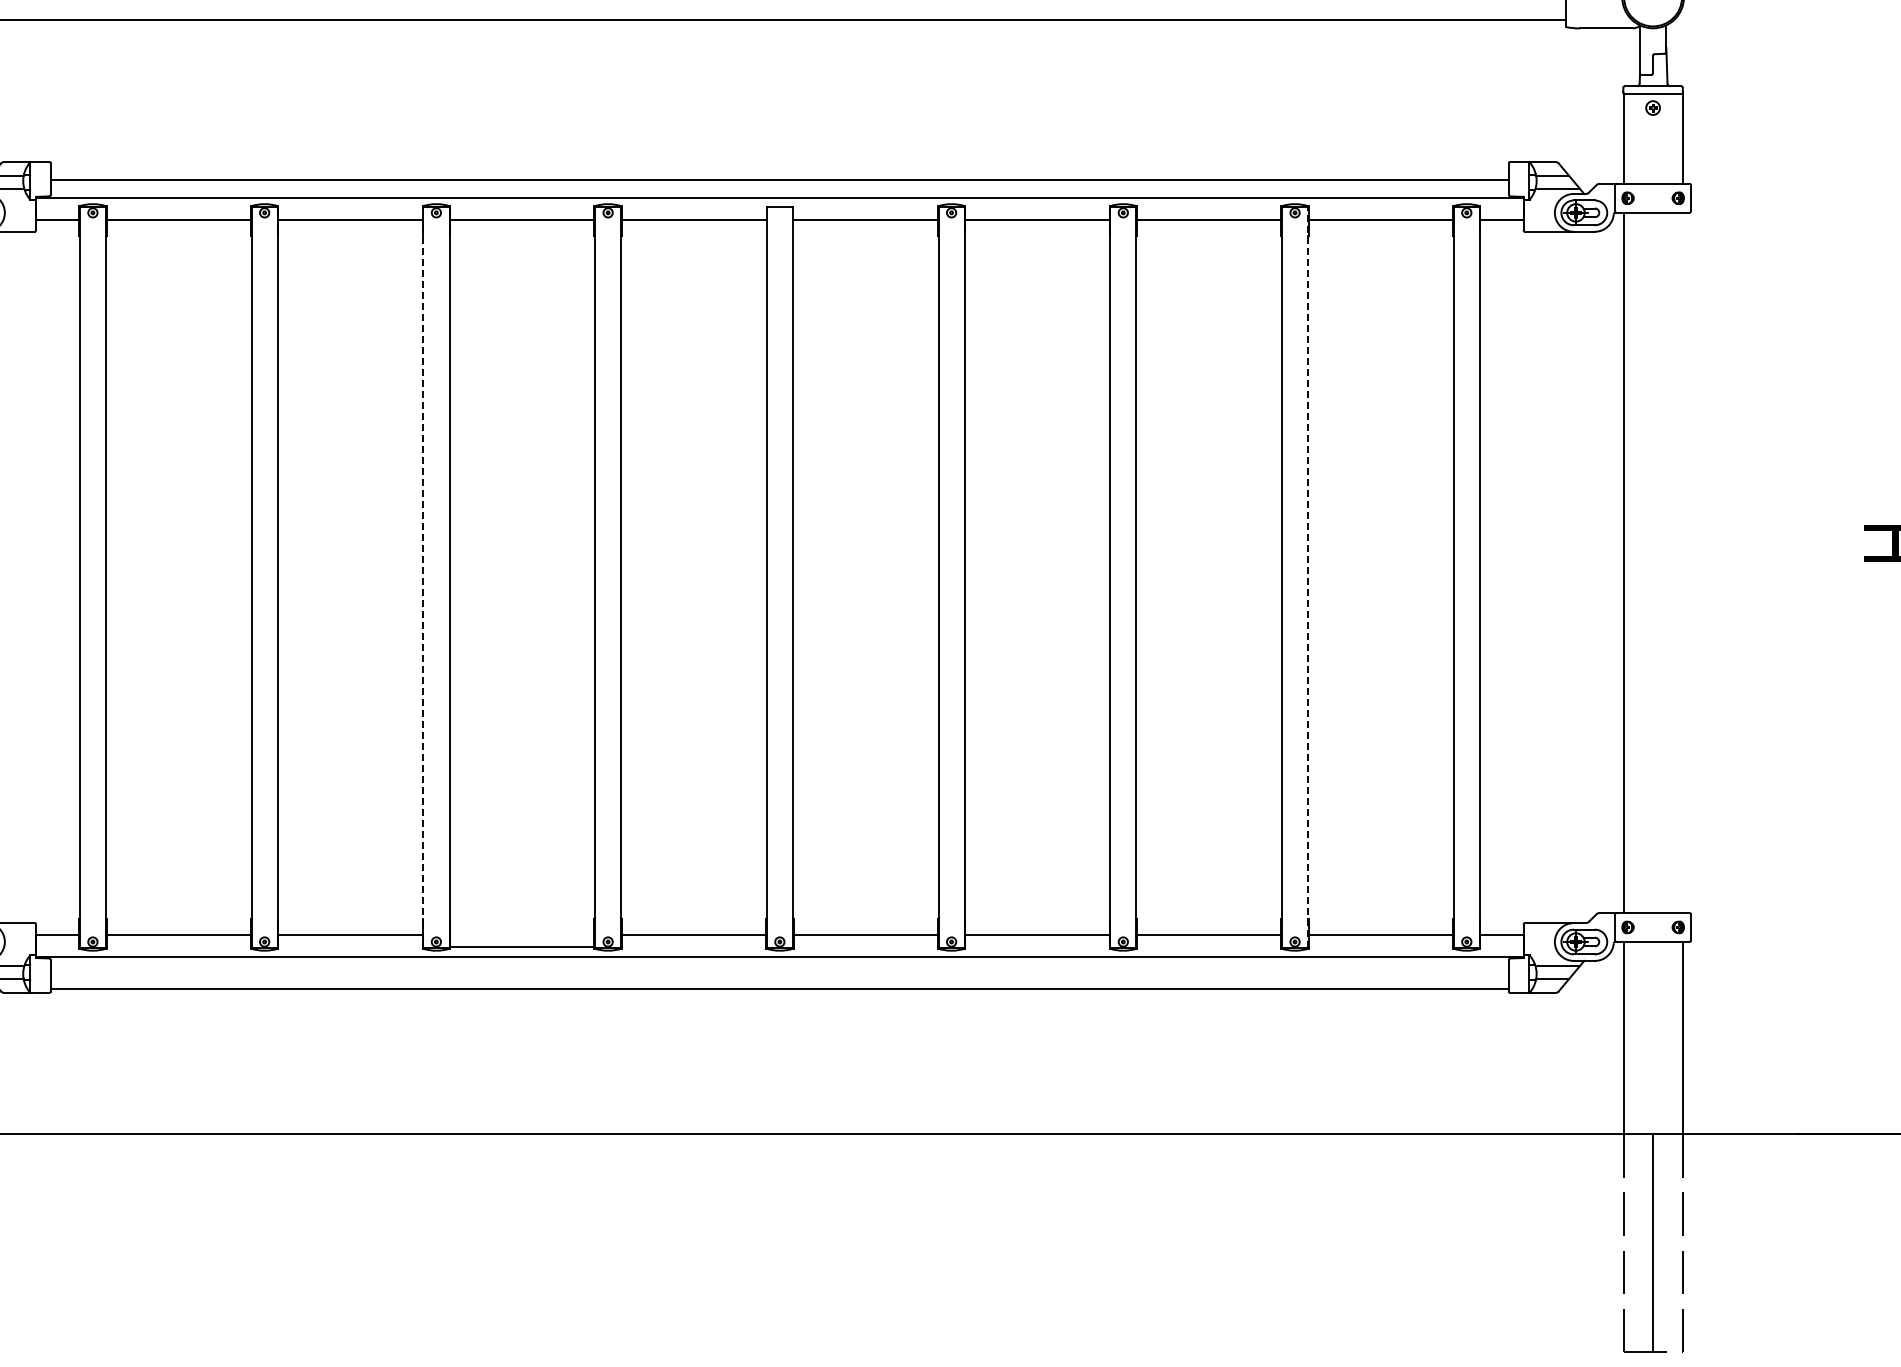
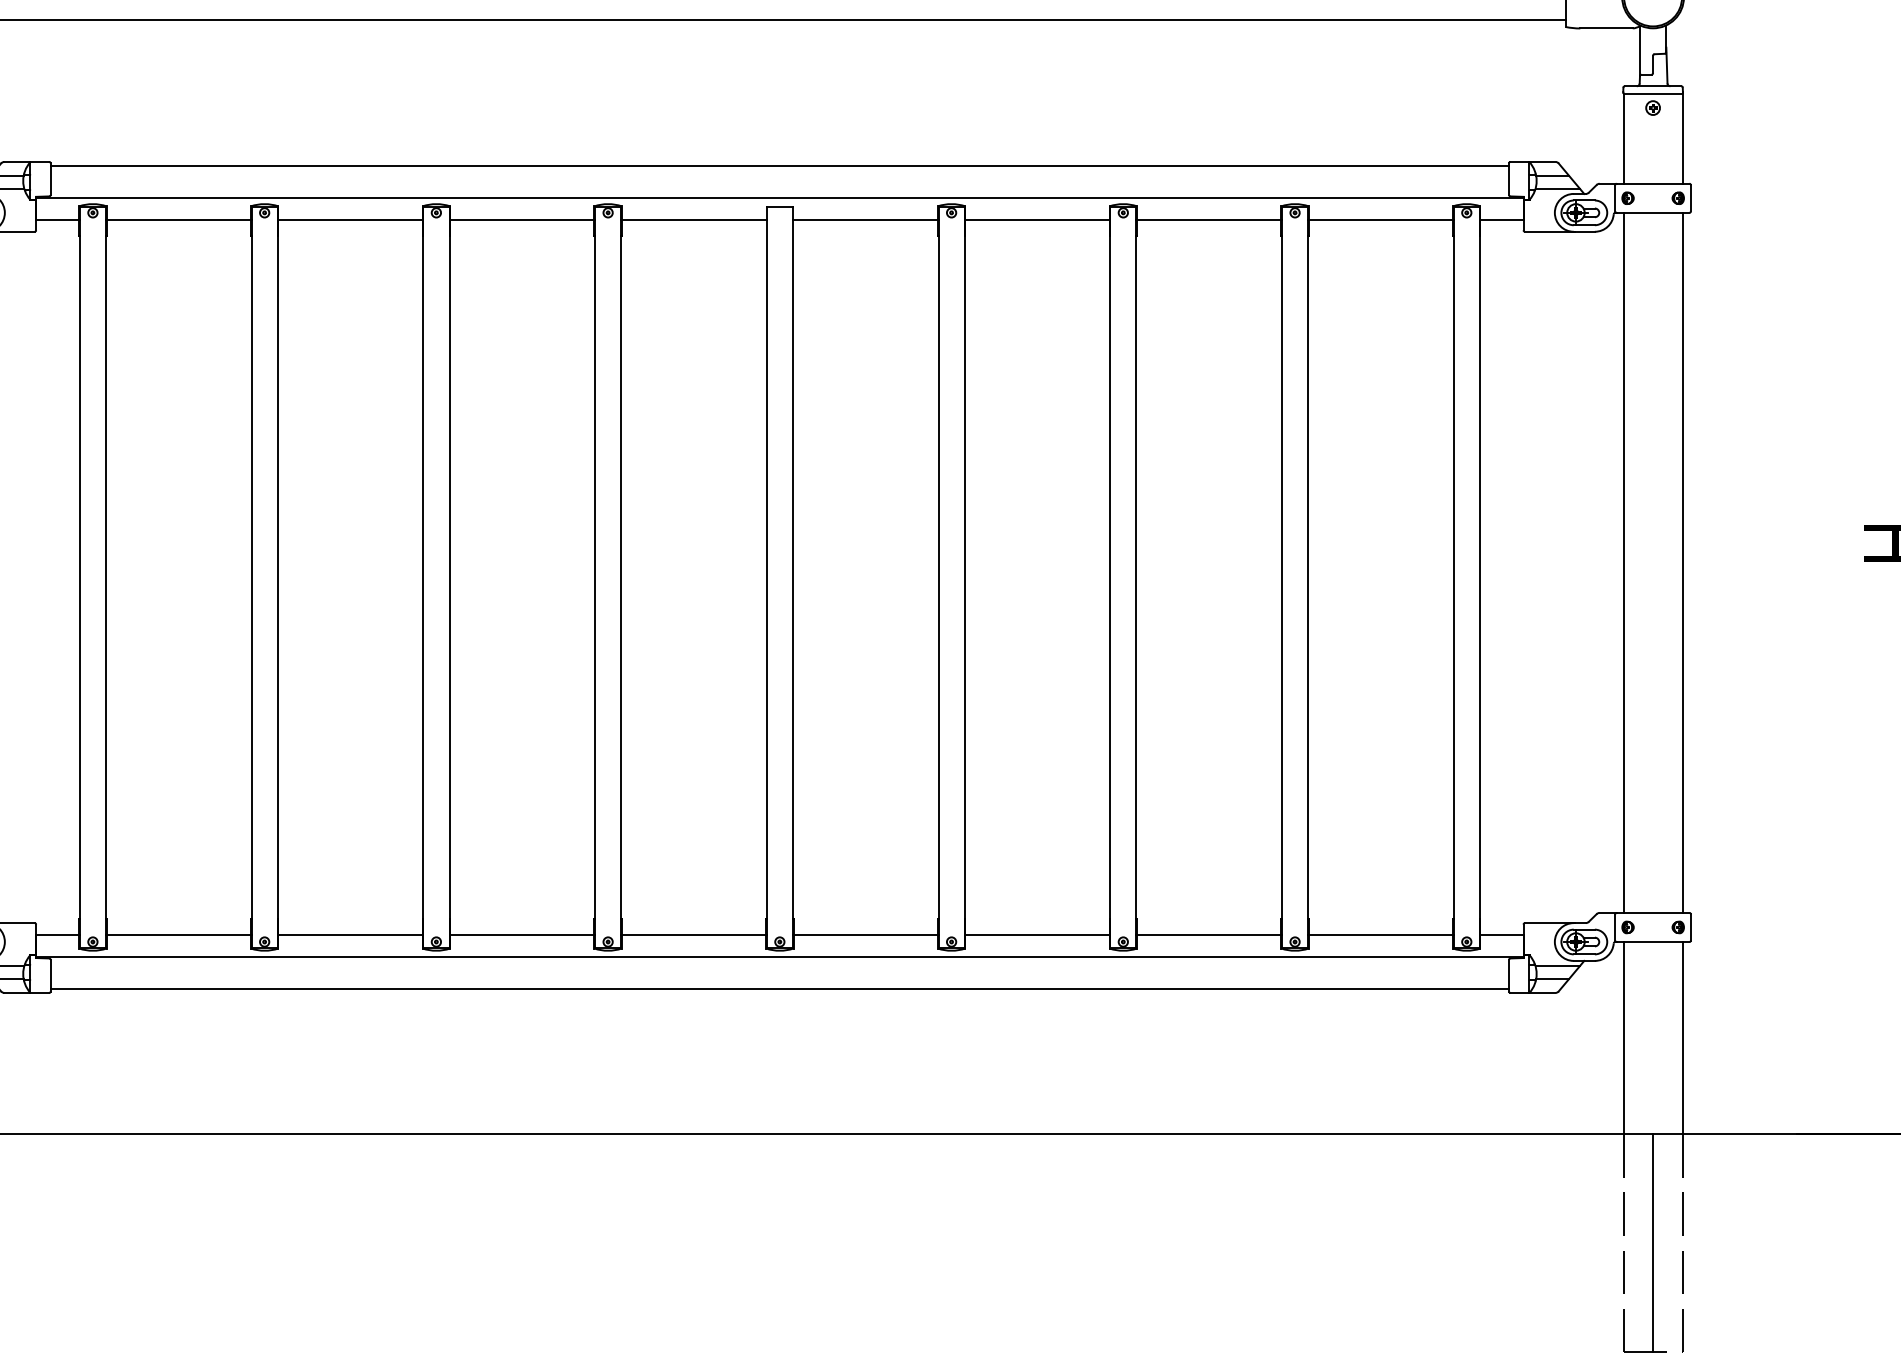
line at (779, 180) position: (779, 180) -> (779, 166)
line at (1682, 562): none -> present
line at (423, 576): dashed -> solid
line at (1308, 576): dashed -> solid
line at (522, 946) position: (522, 946) -> (522, 934)
